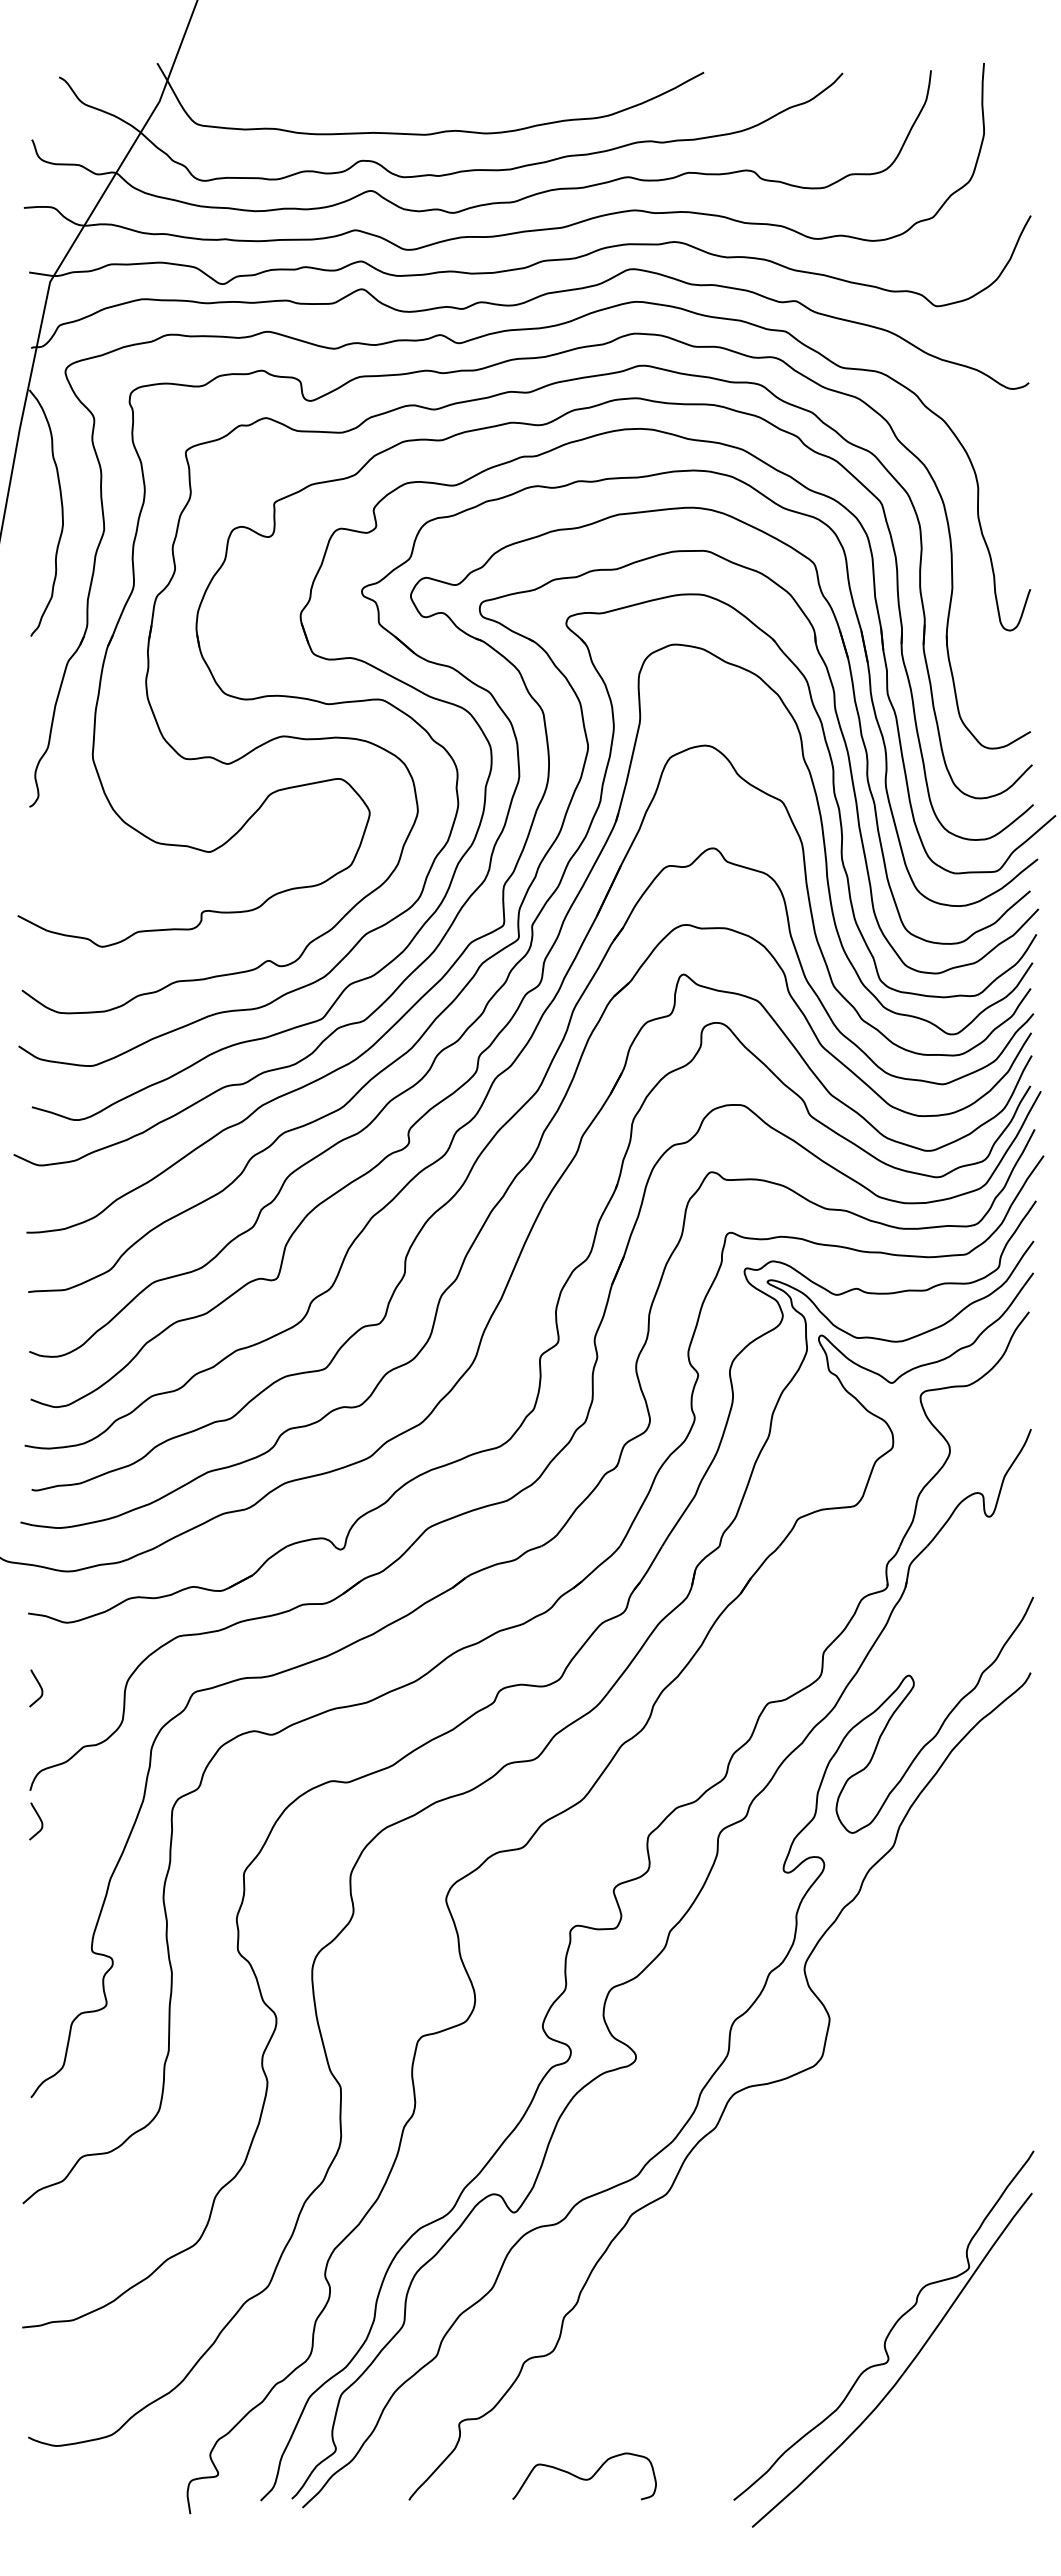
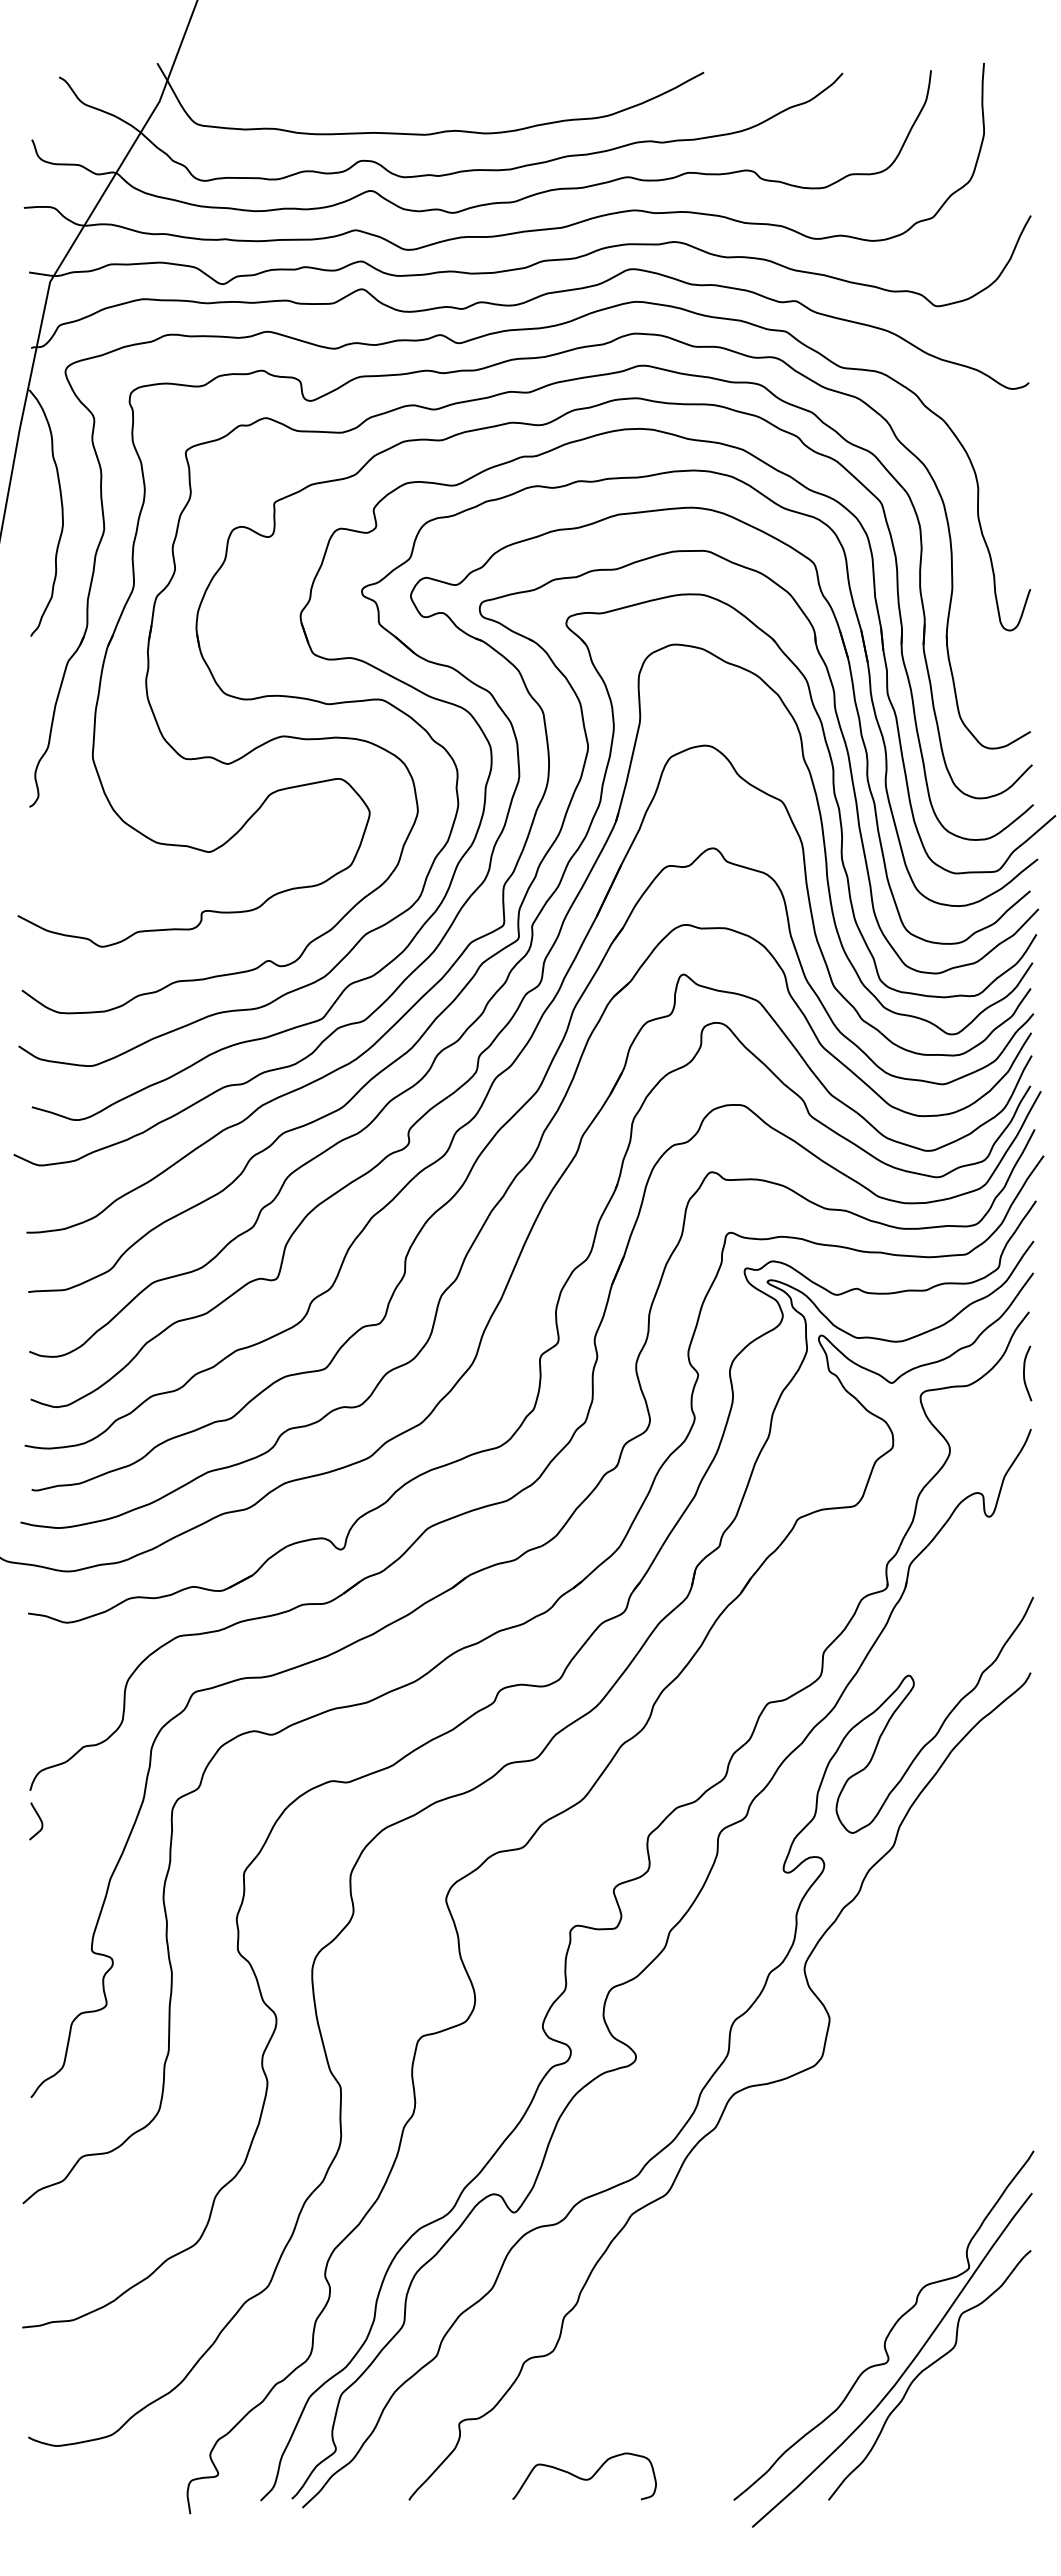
curve at (1024, 1373): none -> present
curve at (39, 1686): present -> none
curve at (925, 2370): none -> present
